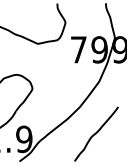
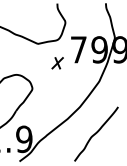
part at (57, 63): none -> present
